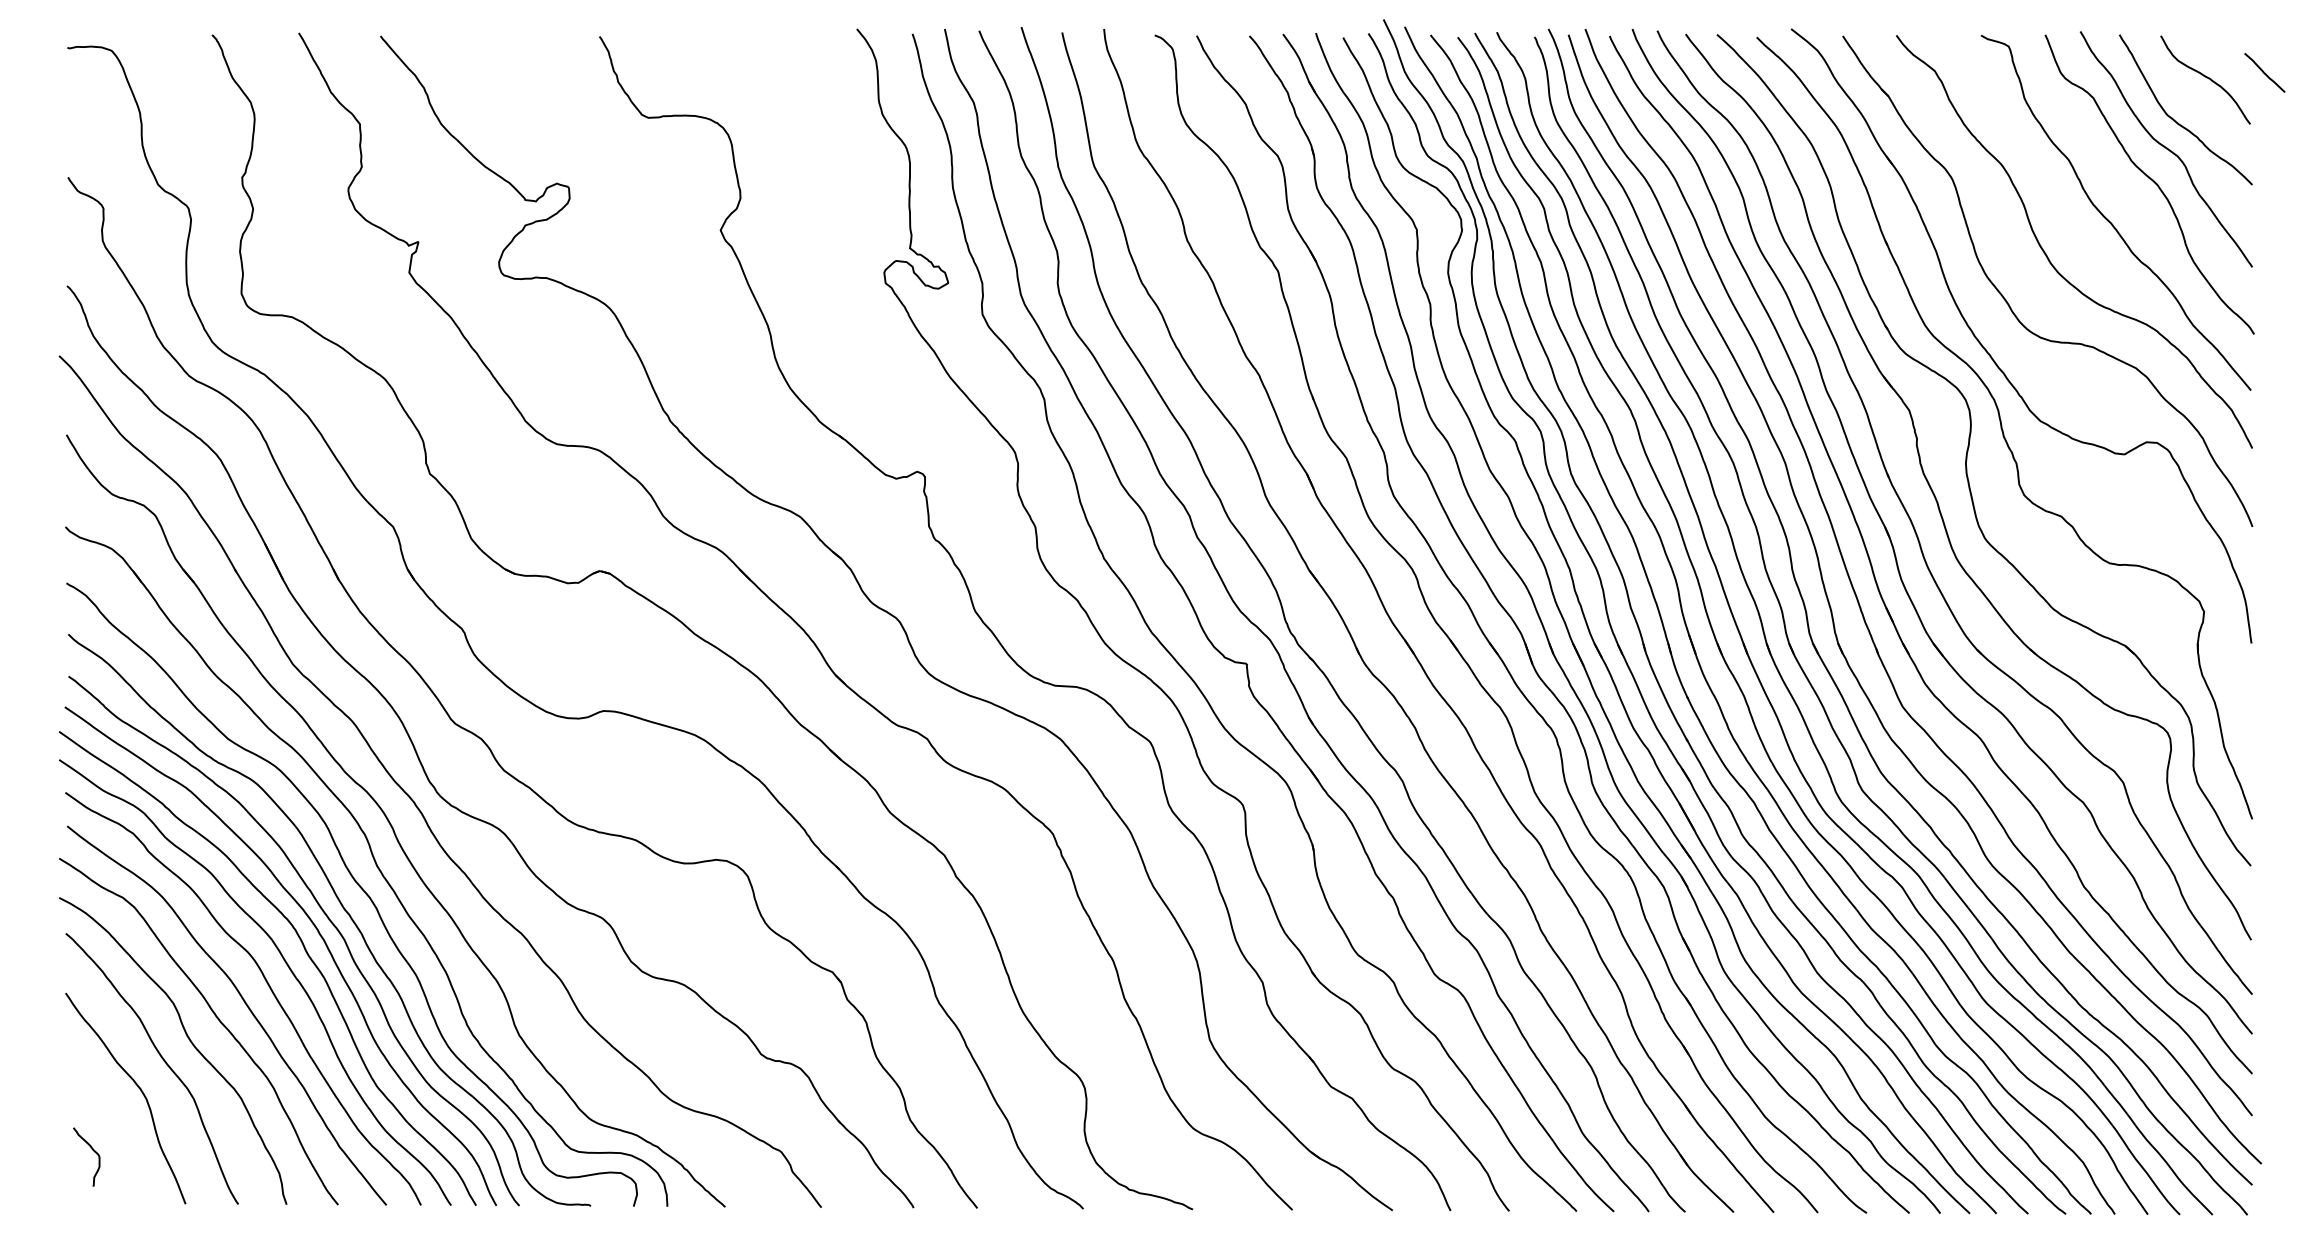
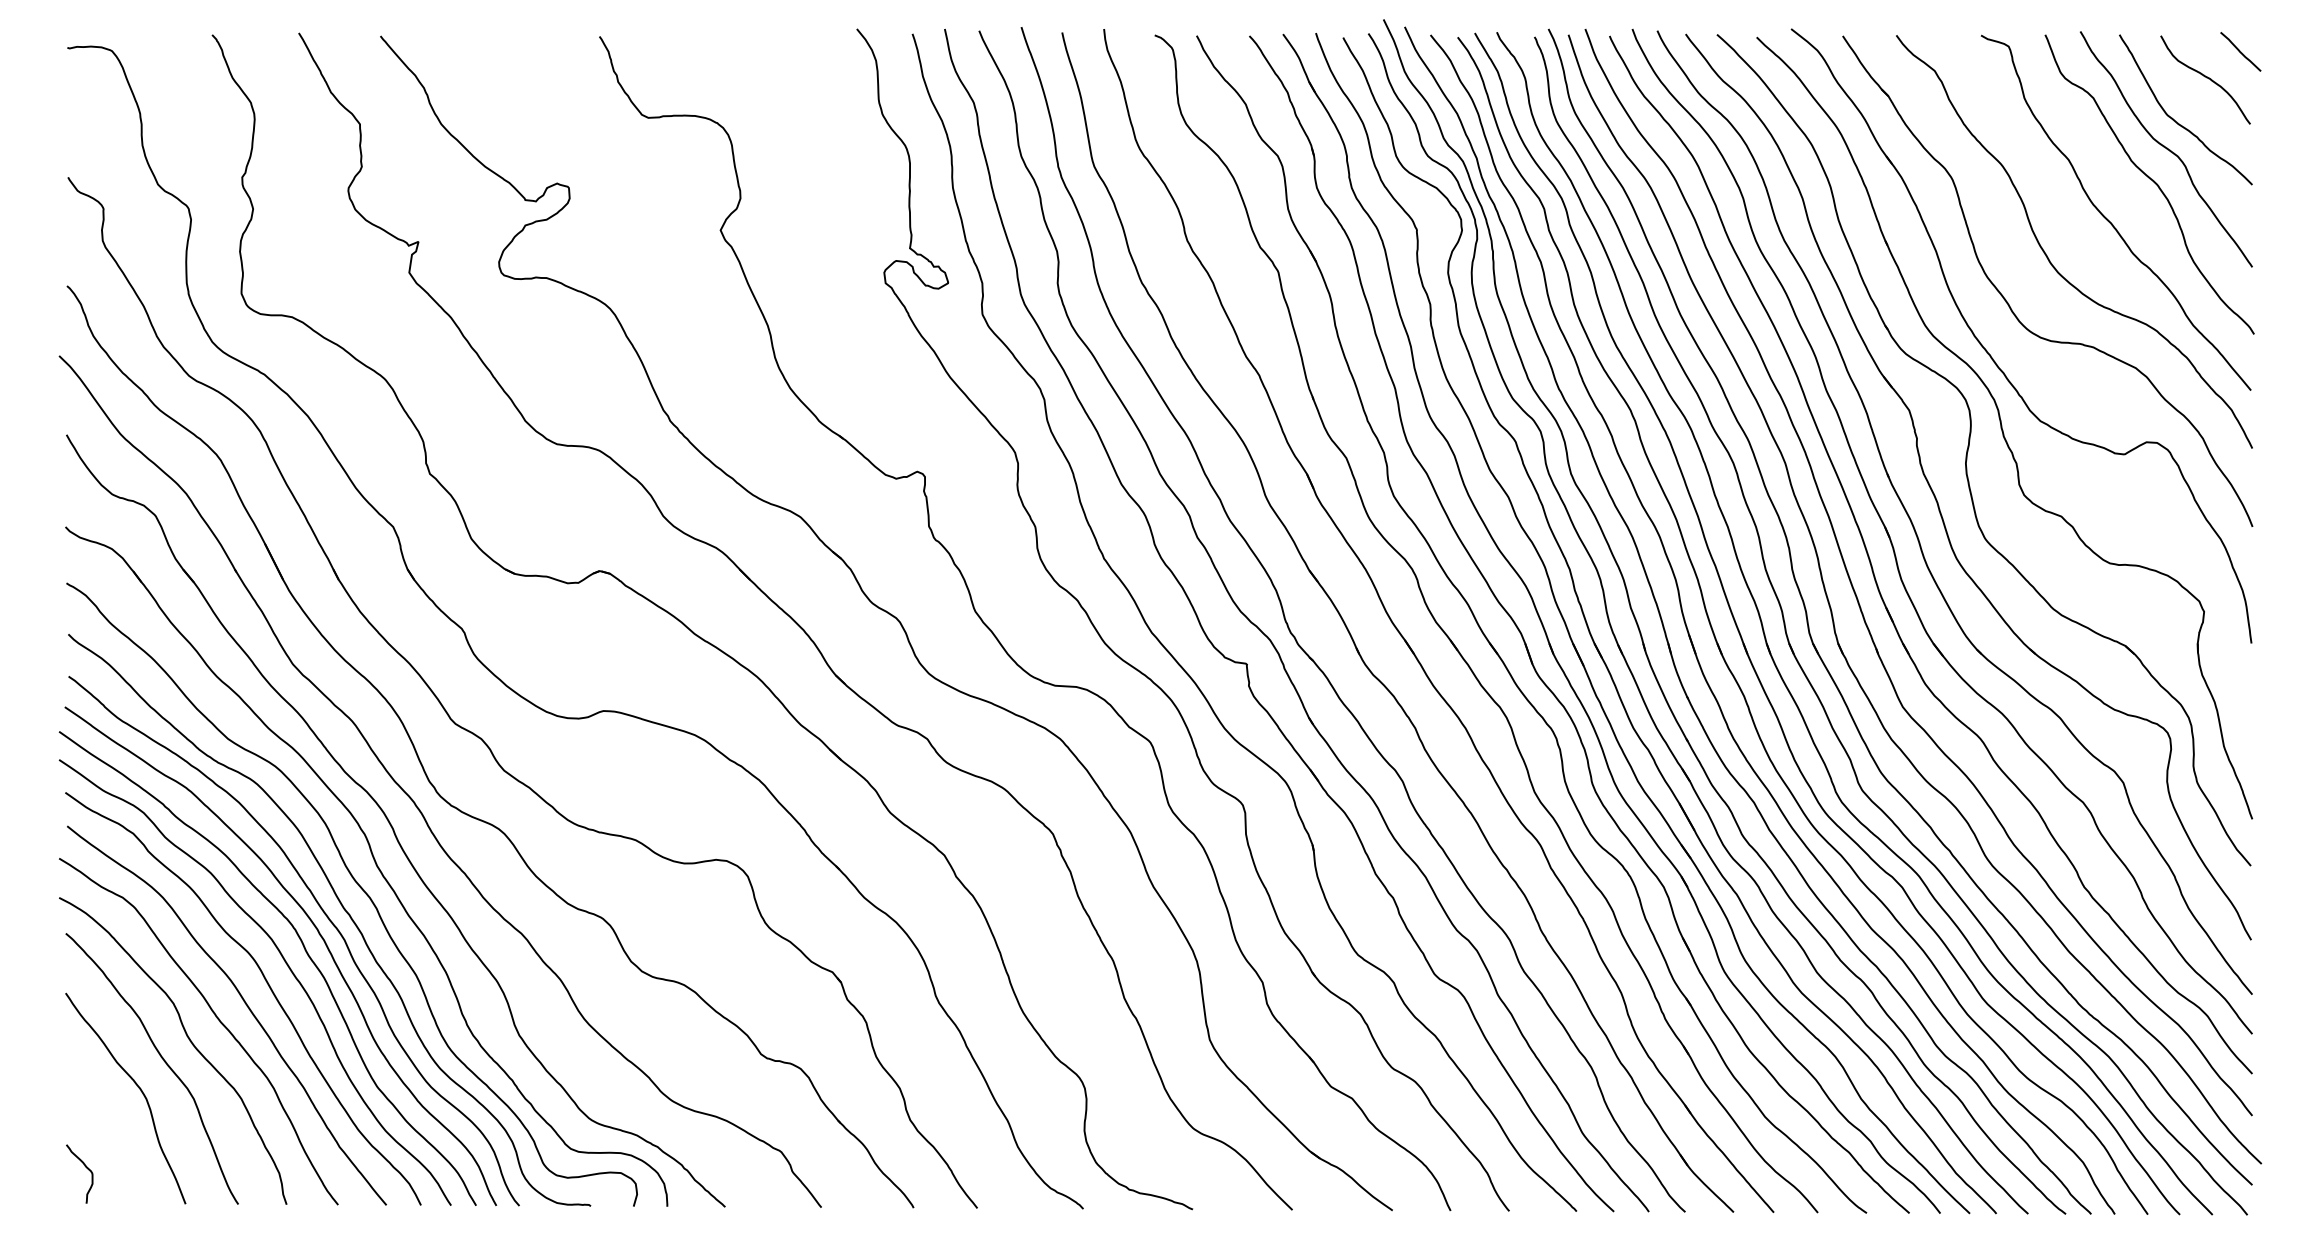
line at (2264, 72) position: (2264, 72) -> (2240, 51)
curve at (92, 1150) position: (92, 1150) -> (85, 1167)
